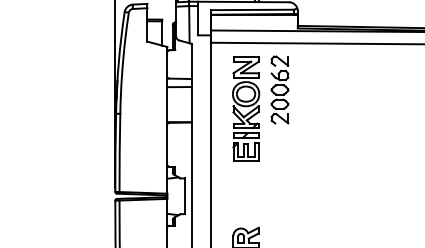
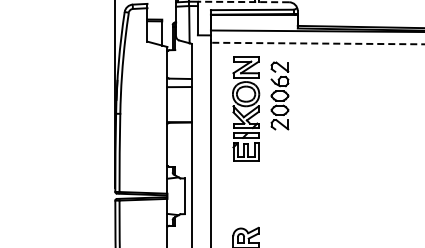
line at (243, 2): solid -> dashed
line at (317, 43): solid -> dashed
part at (279, 89) position: (279, 89) -> (279, 95)
